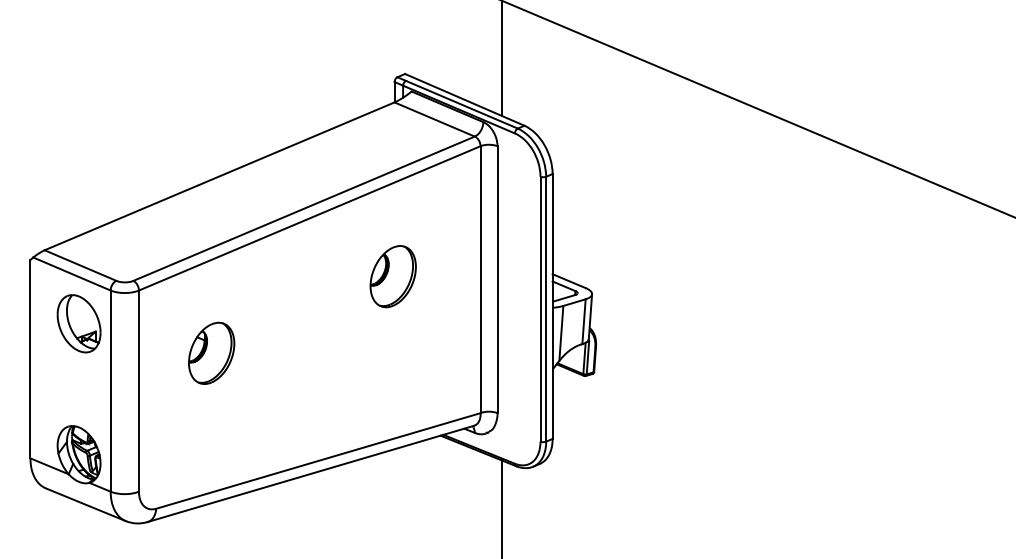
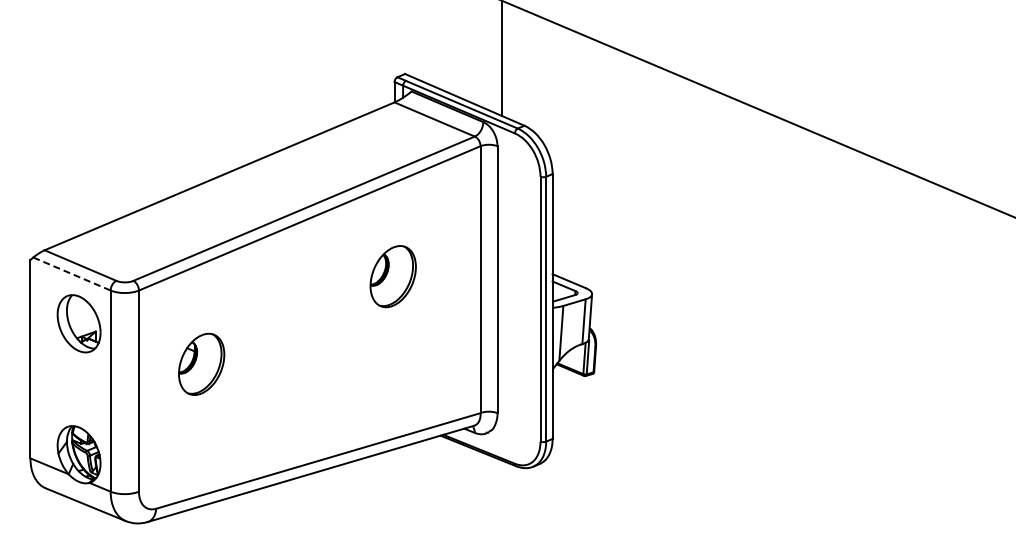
line at (72, 274): solid -> dashed
part at (211, 352) position: (211, 352) -> (201, 363)
line at (501, 507): present -> none
